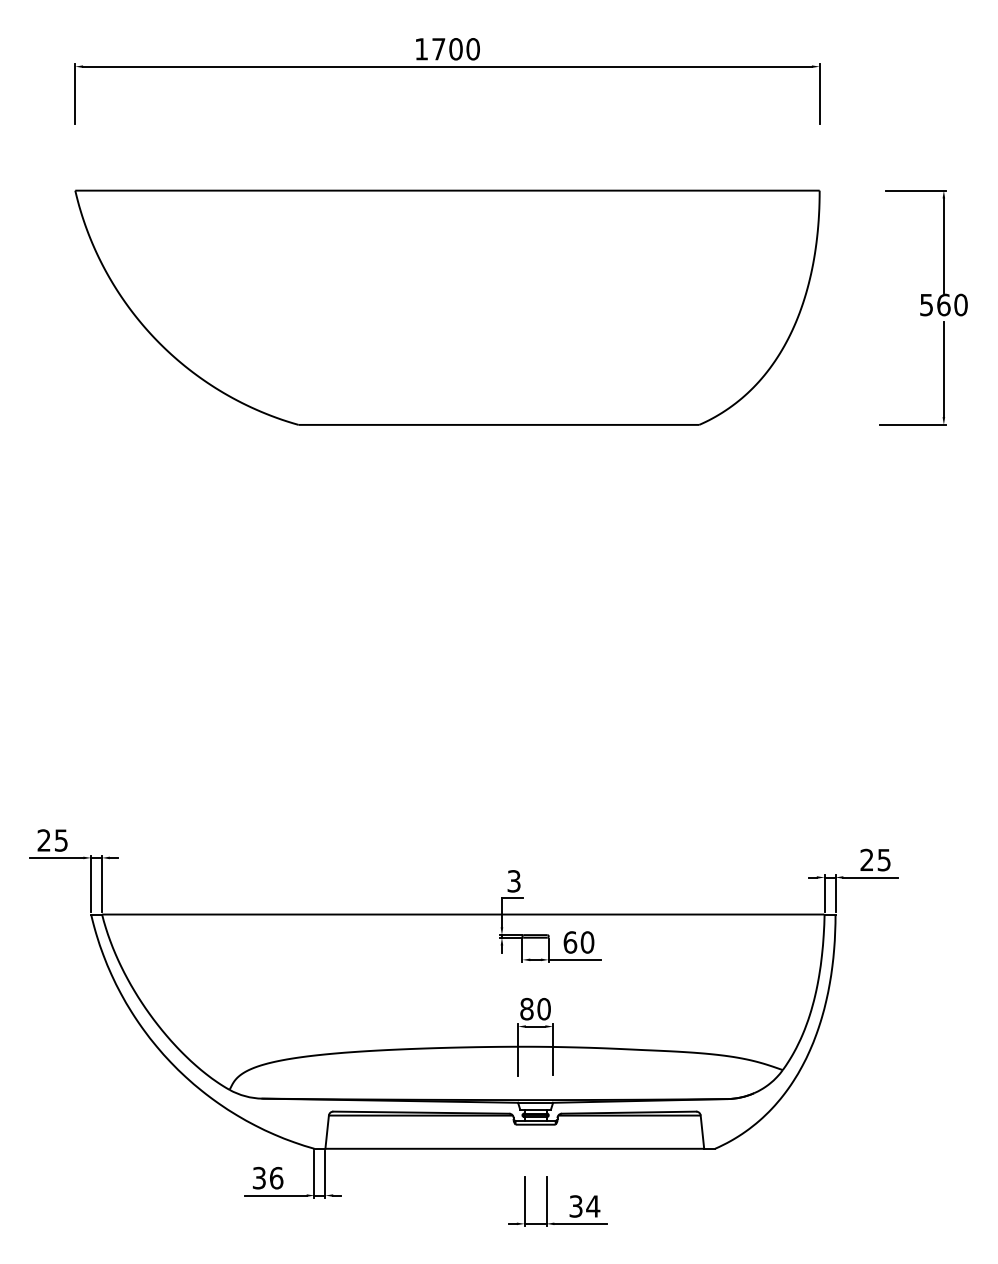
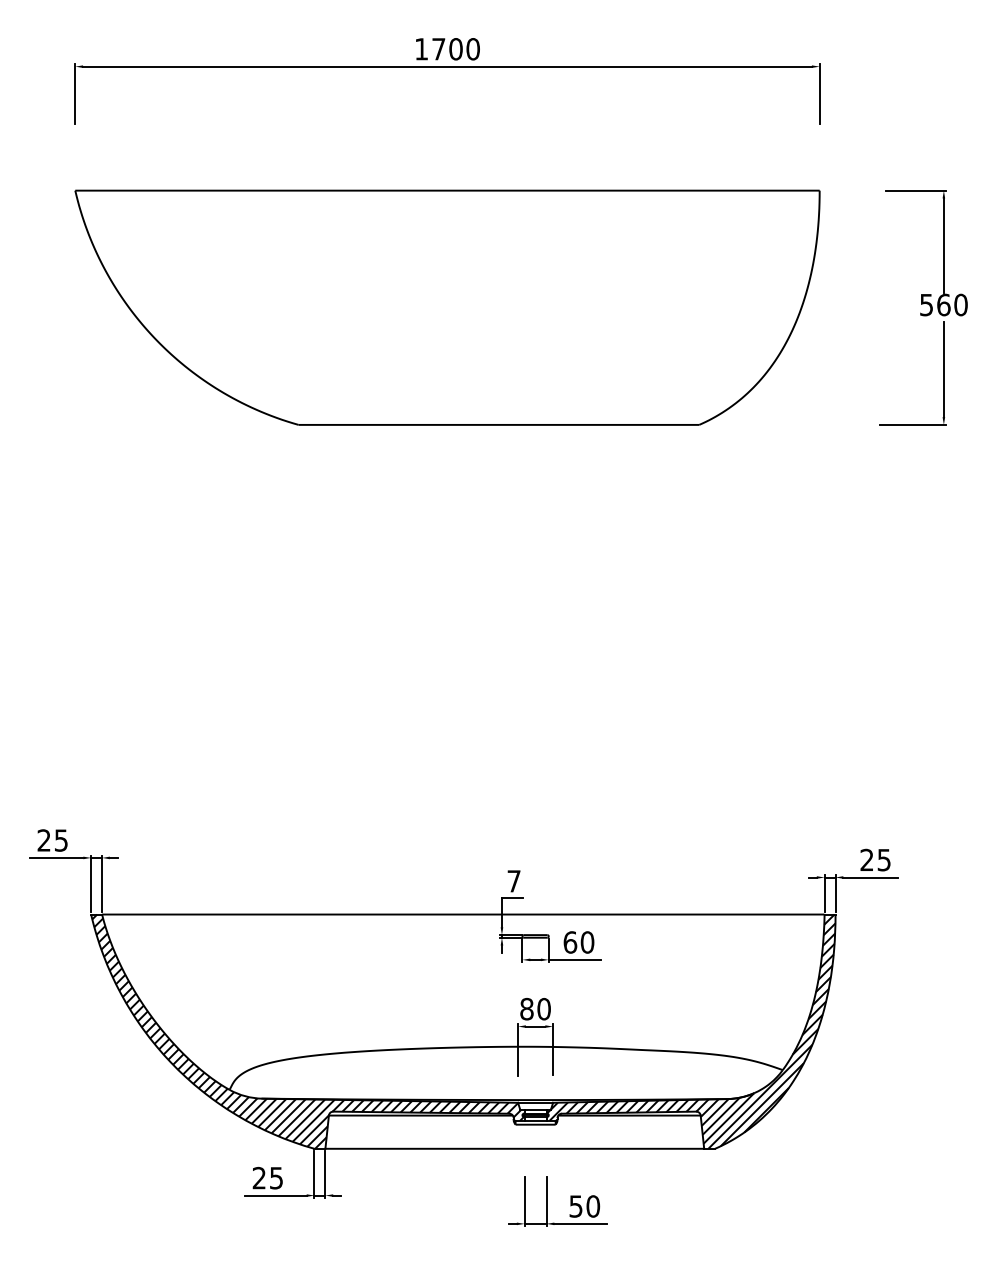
text at (513, 881): 3 -> 7
hatch at (307, 1031): none -> present
hatch at (691, 1031): none -> present
text at (267, 1177): 36 -> 25
text at (585, 1206): 34 -> 50
